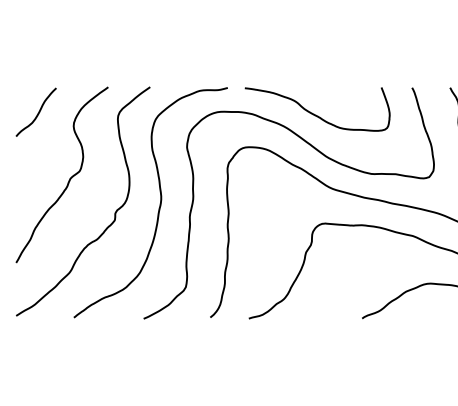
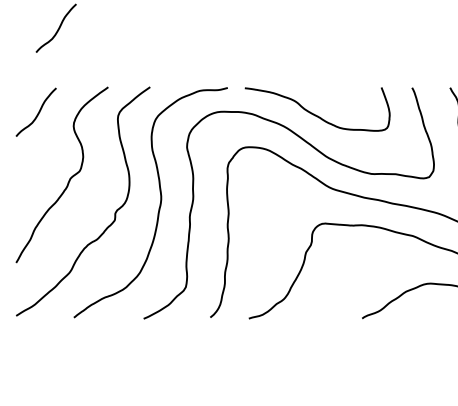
curve at (57, 29): none -> present
